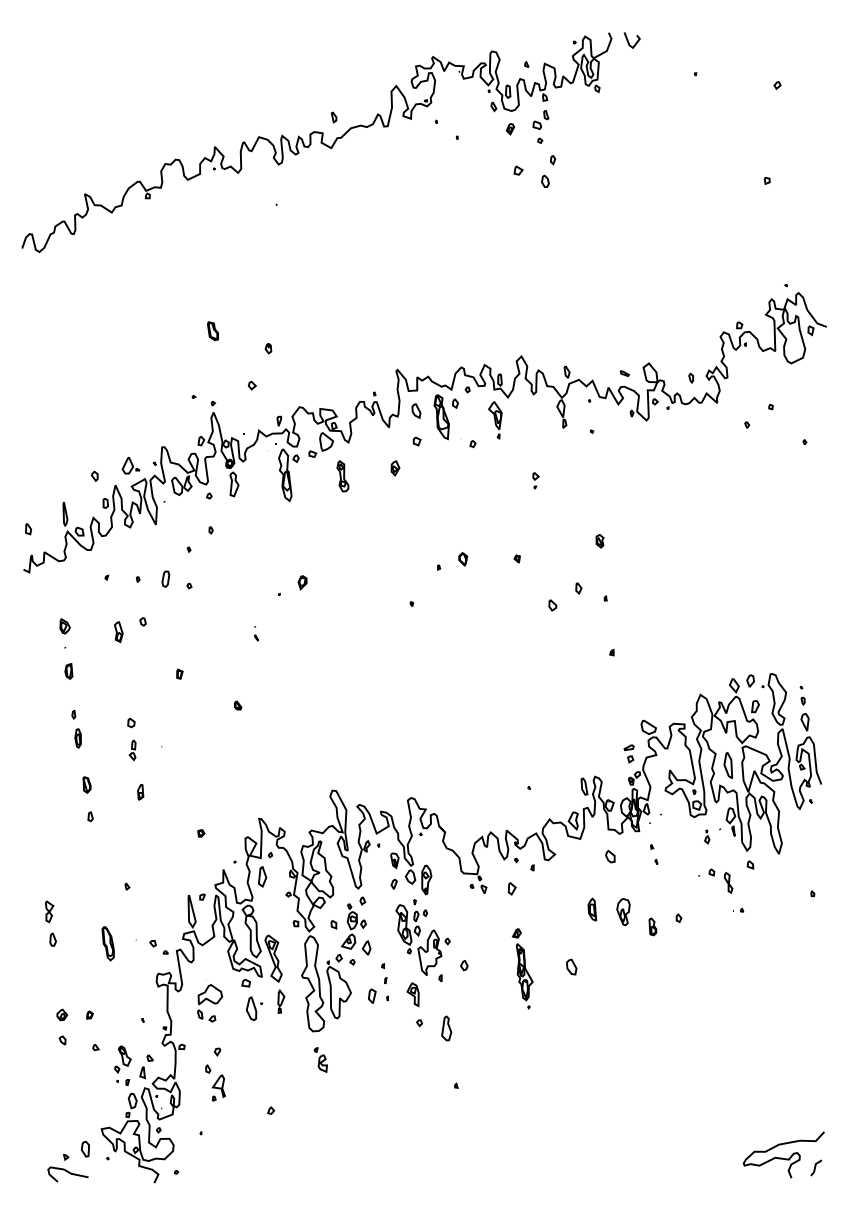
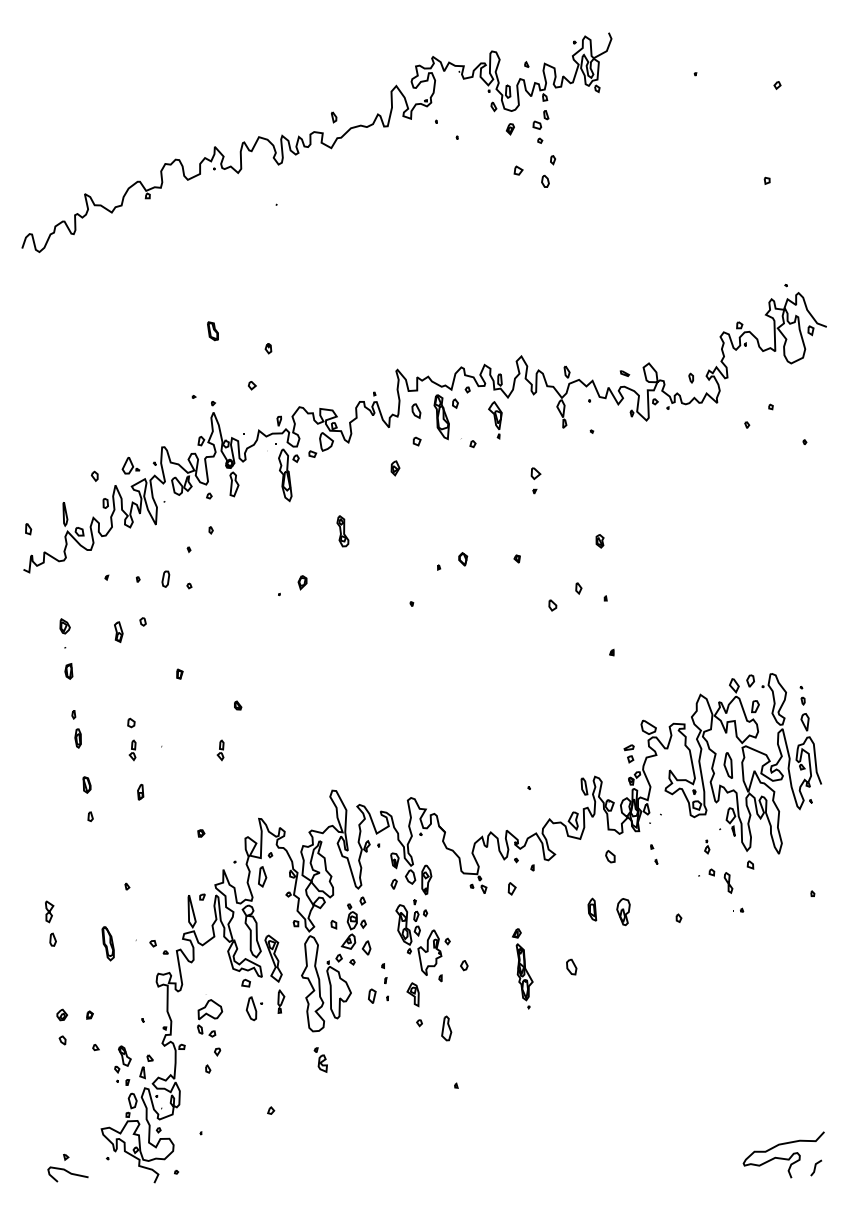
line at (629, 42): present -> none
part at (342, 476) position: (342, 476) -> (342, 531)
part at (535, 480) size: 8x18 px -> 12x28 px
part at (256, 633): present -> none
part at (220, 750): none -> present
part at (707, 836) position: (707, 836) -> (707, 846)
part at (652, 926): present -> none
part at (210, 1000) position: (210, 1000) -> (210, 1015)
part at (218, 1087): present -> none
part at (84, 1149): present -> none
